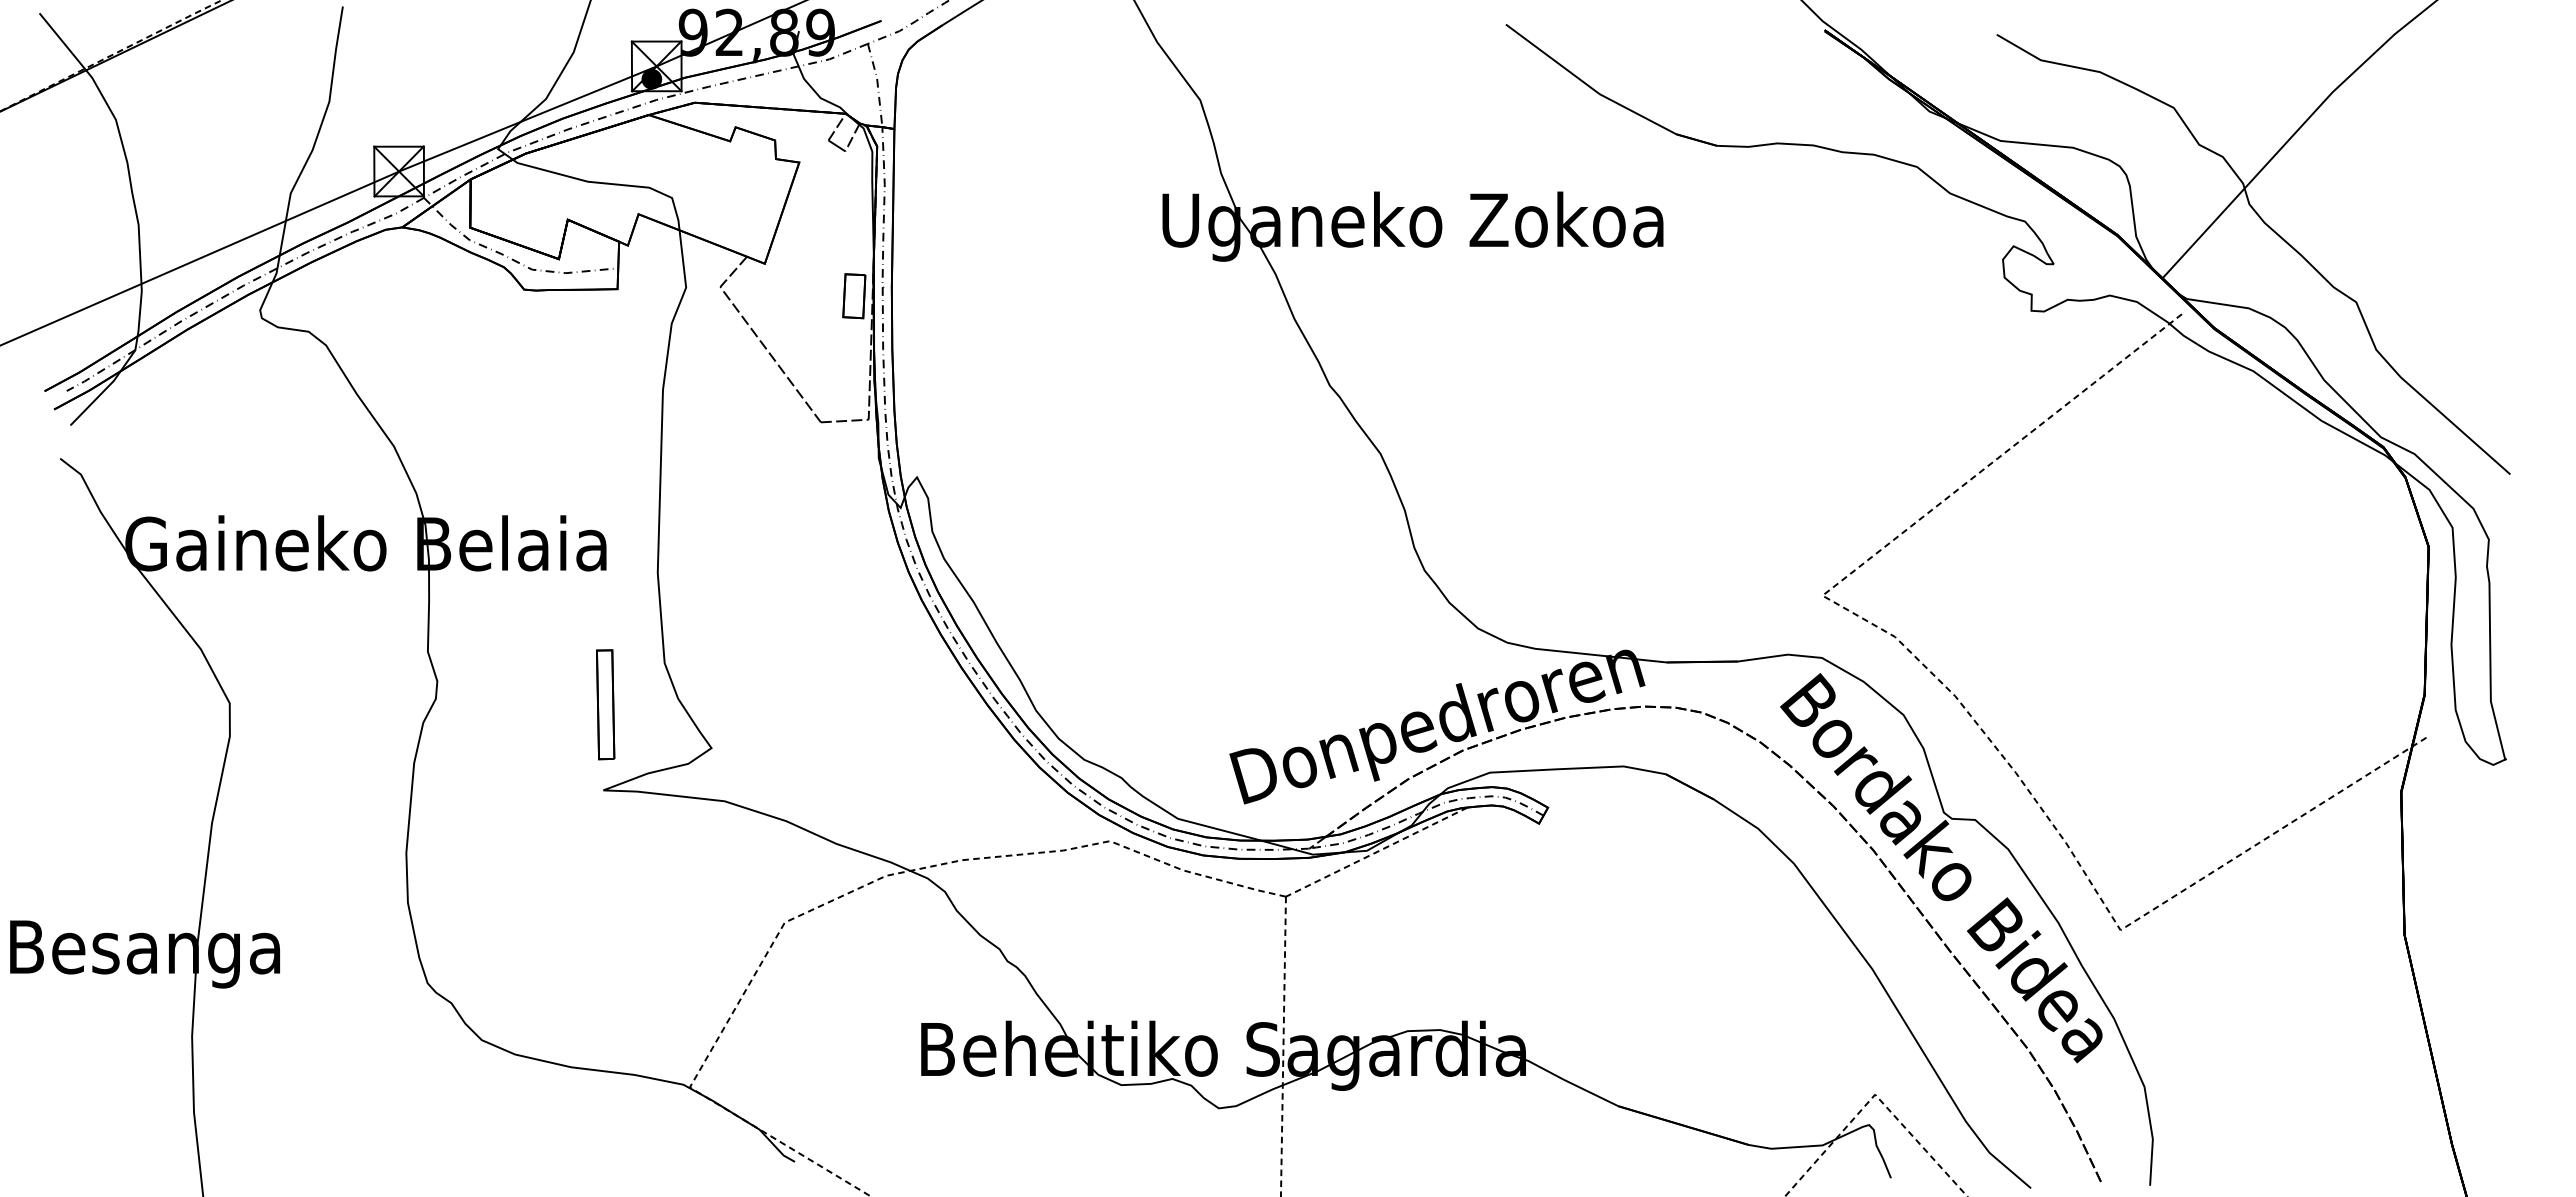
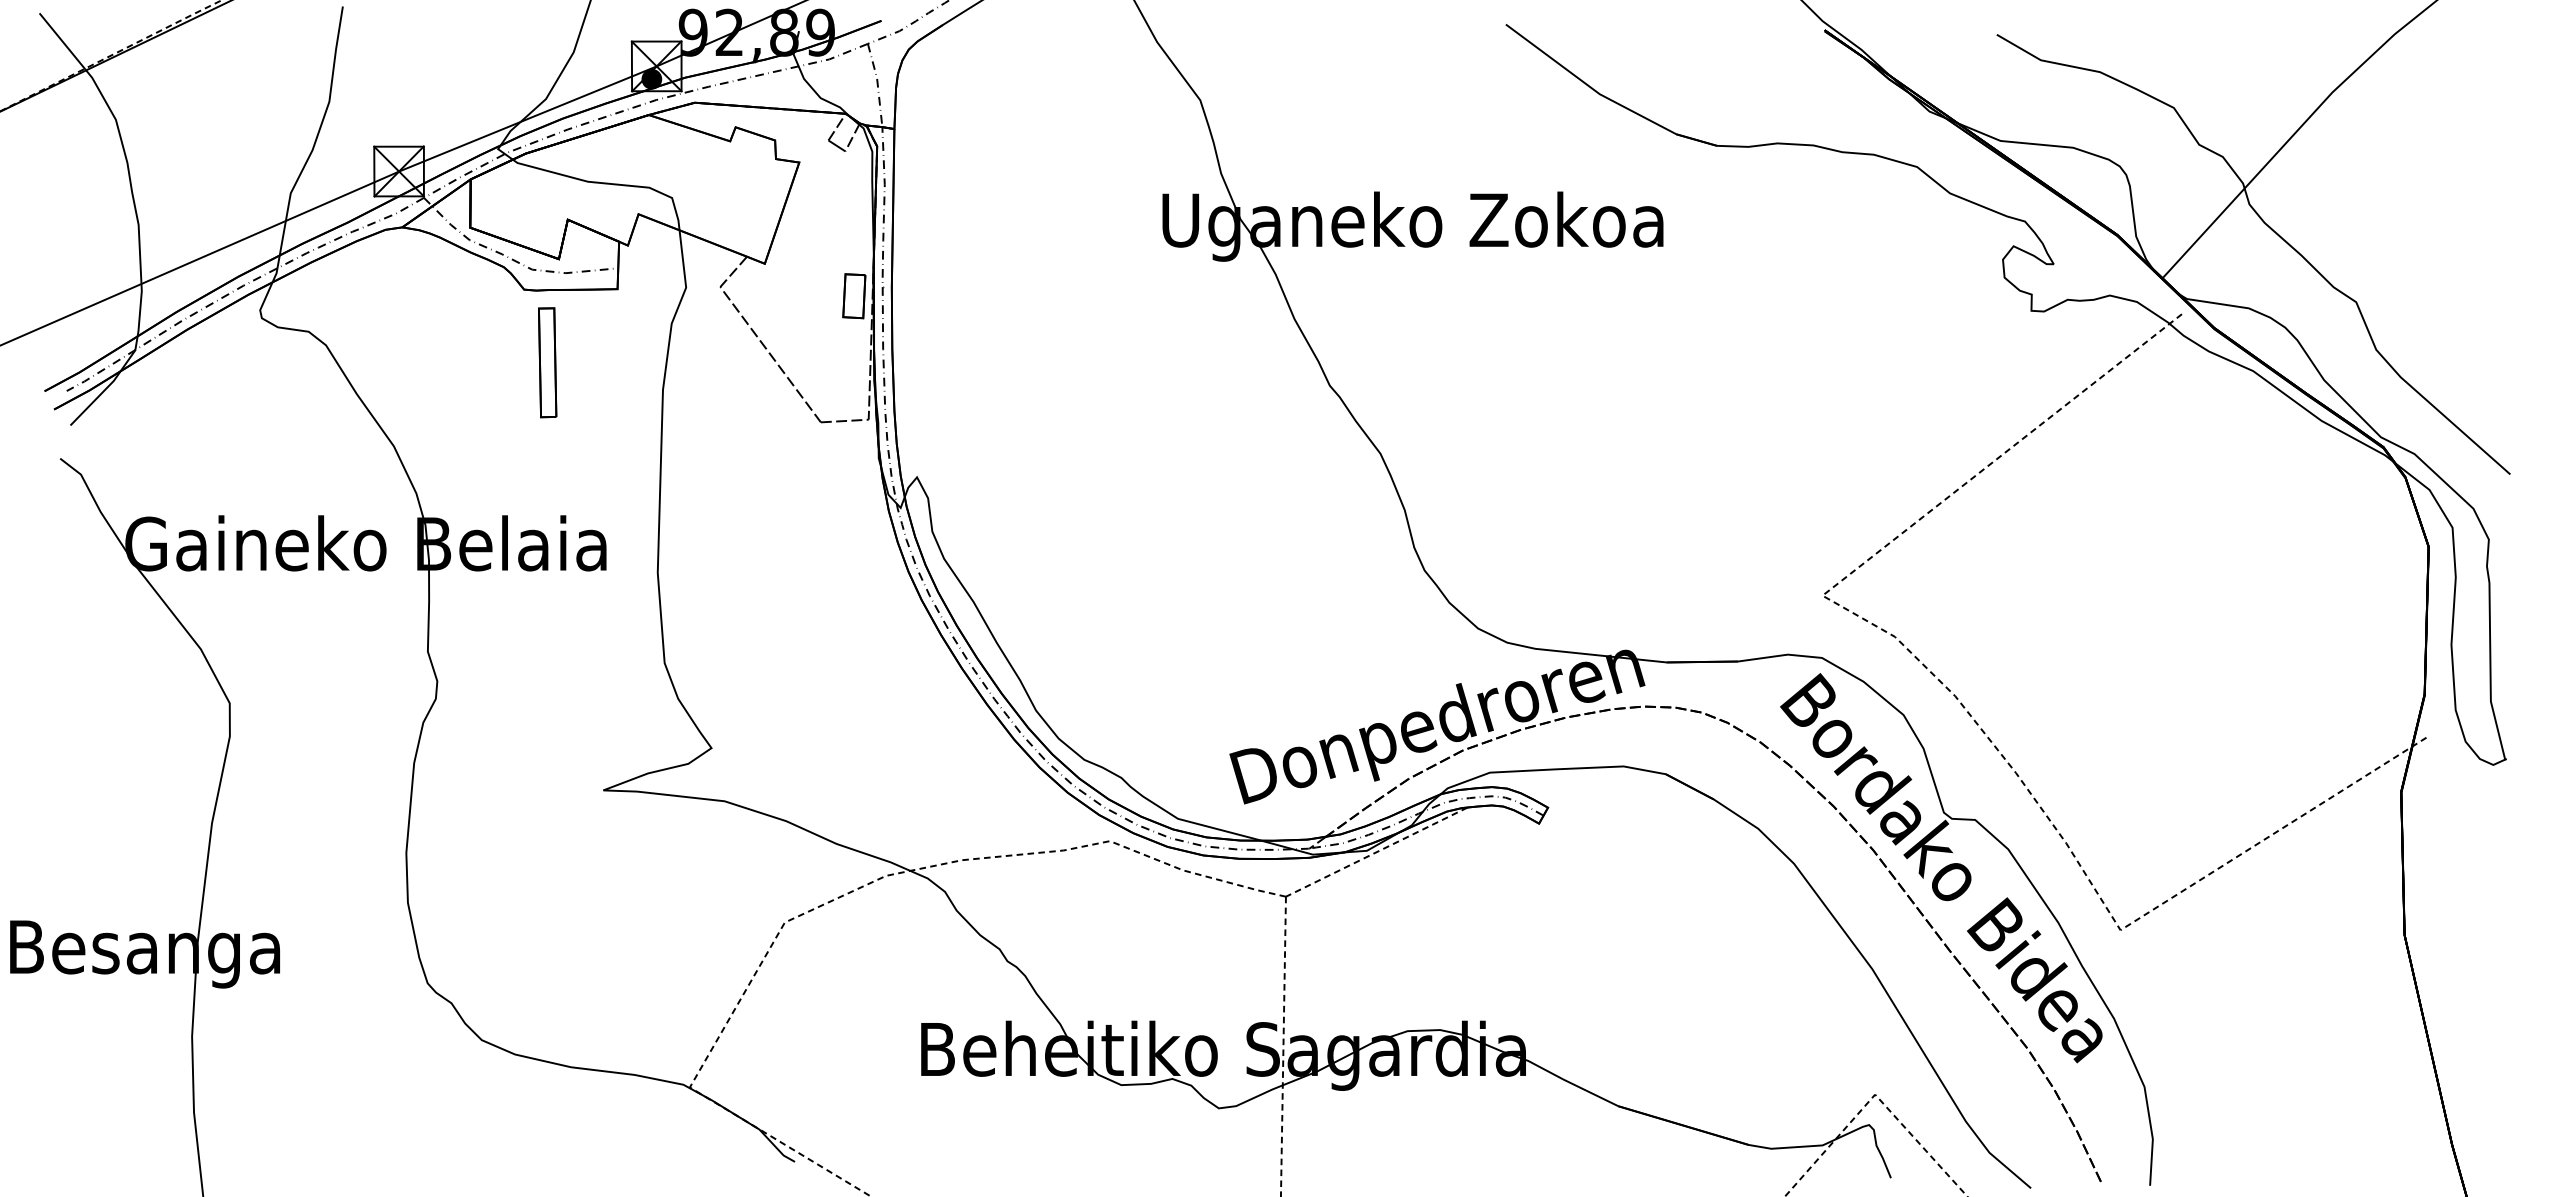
part at (605, 704) position: (605, 704) -> (547, 362)
